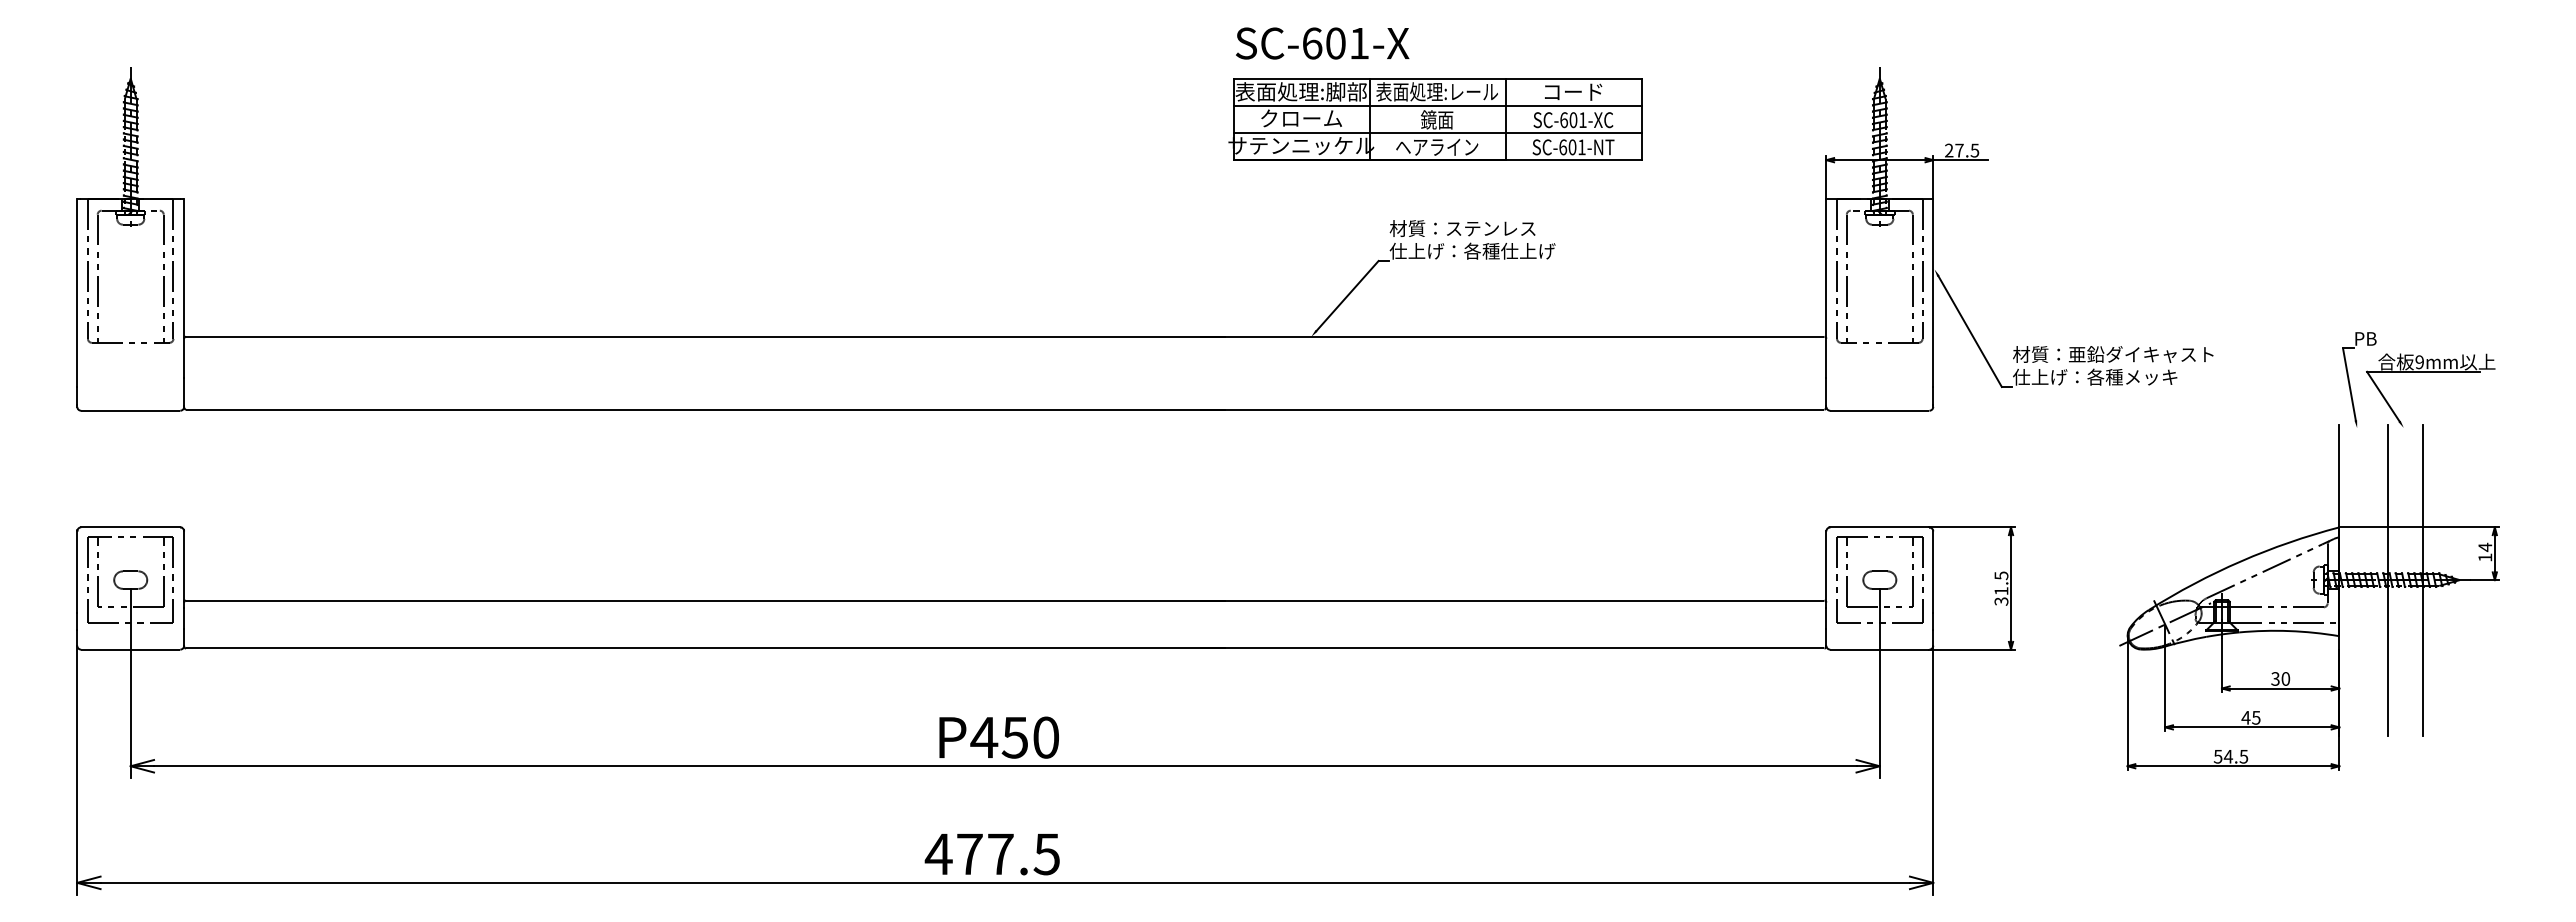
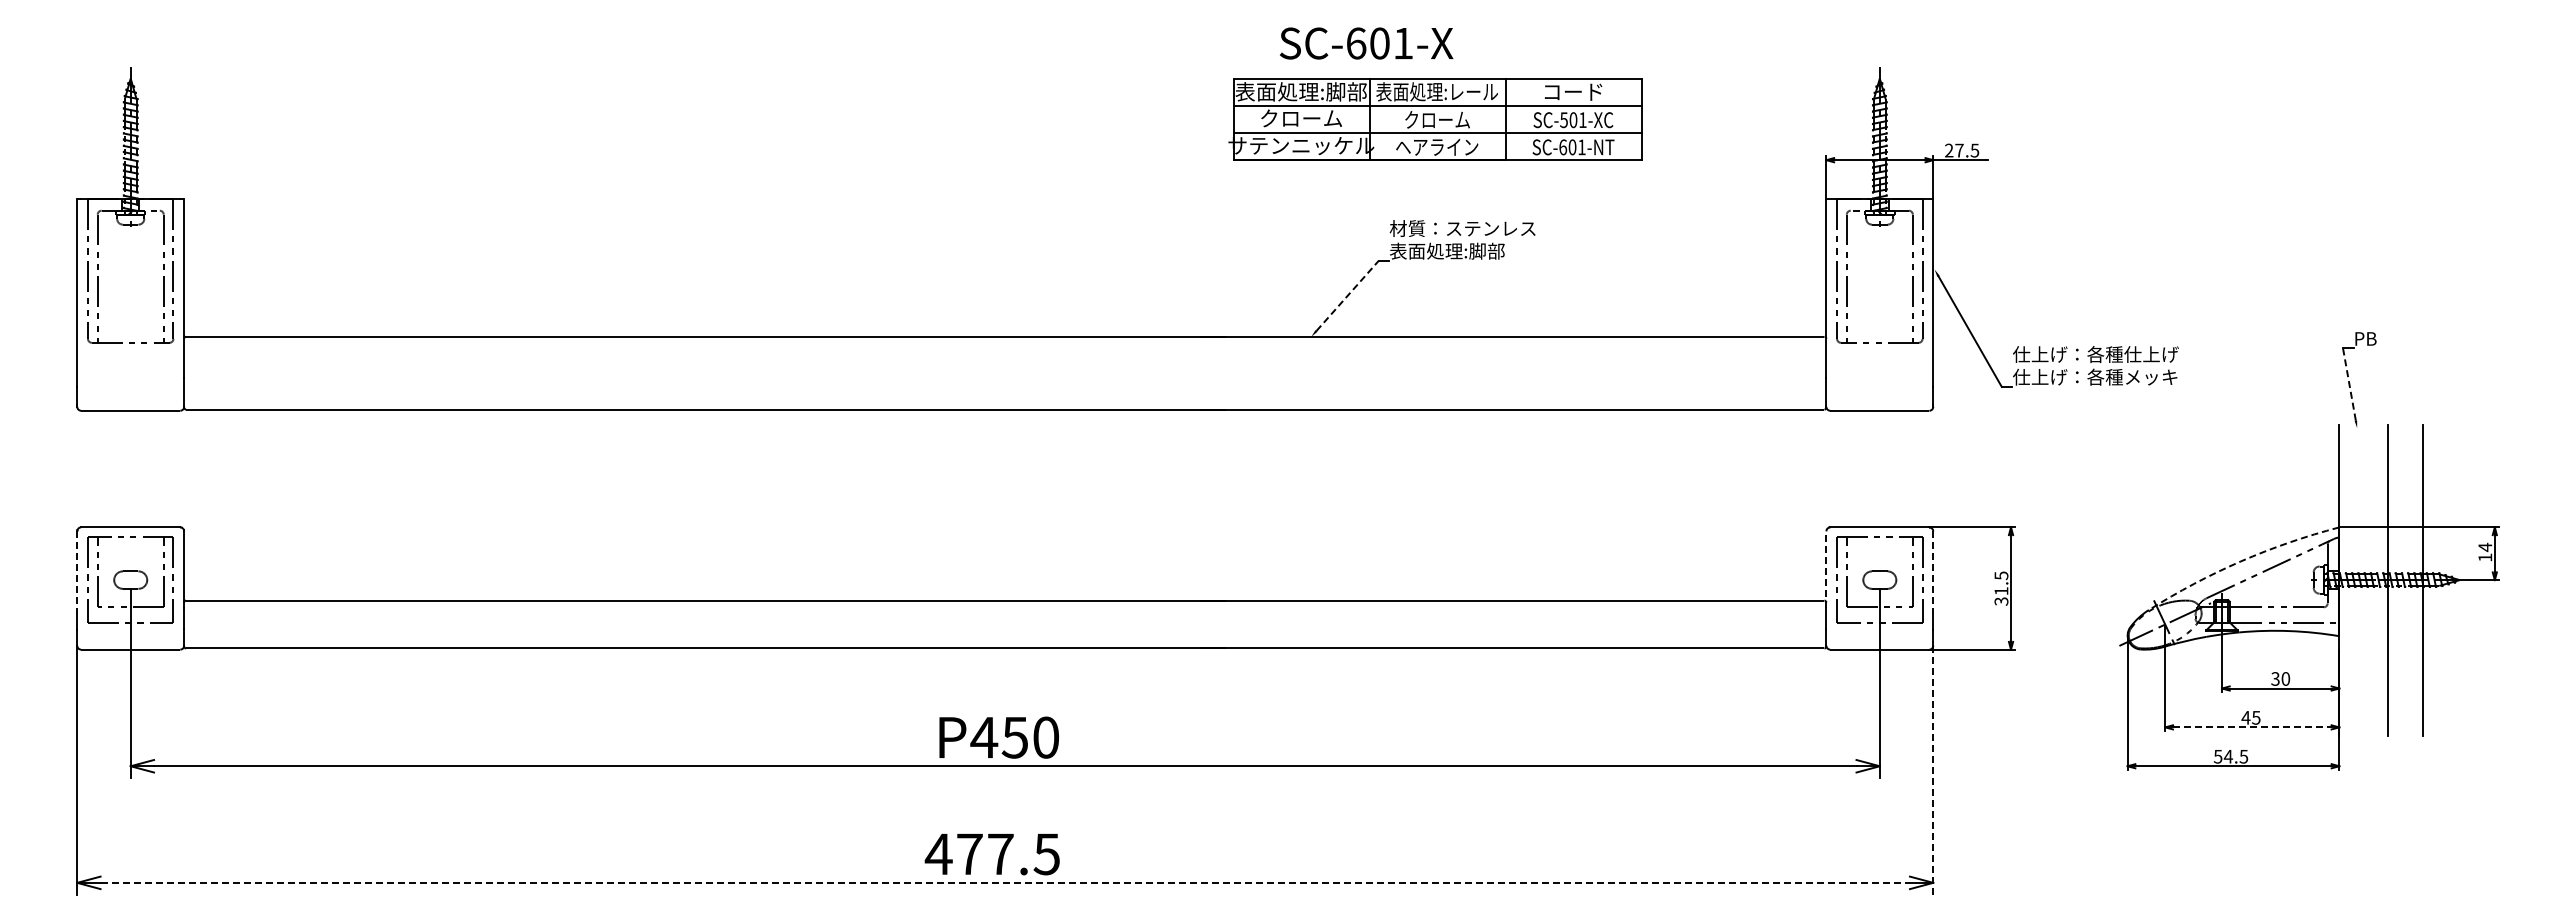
text at (1322, 43) position: (1322, 43) -> (1366, 43)
text at (1437, 119): 鏡面 -> クローム
text at (1563, 120): SC-601-XC -> SC-501-XC
text at (1472, 250): 仕上げ：各種仕上げ -> 表面処理:脚部
line at (1347, 295): solid -> dashed
text at (2113, 354): 材質：亜鉛ダイキャスト -> 仕上げ：各種仕上げ
part at (2430, 372): present -> none
line at (2349, 384): solid -> dashed
arc at (2240, 561): solid -> dashed
line at (1826, 569): solid -> dashed
line at (77, 572): solid -> dashed
line at (1933, 572): solid -> dashed
line at (2252, 727): solid -> dashed
line at (1933, 770): solid -> dashed
line at (1005, 882): solid -> dashed
